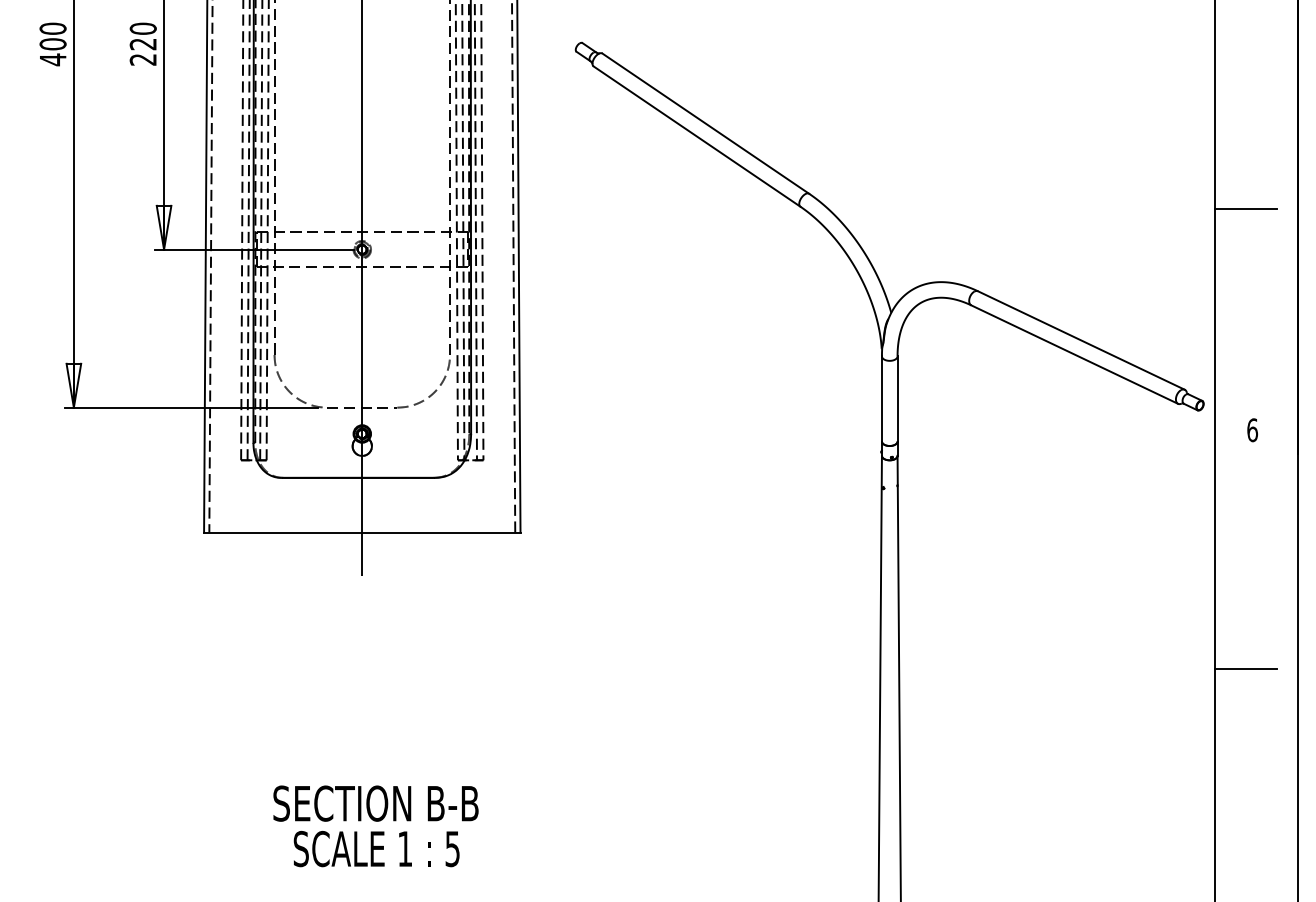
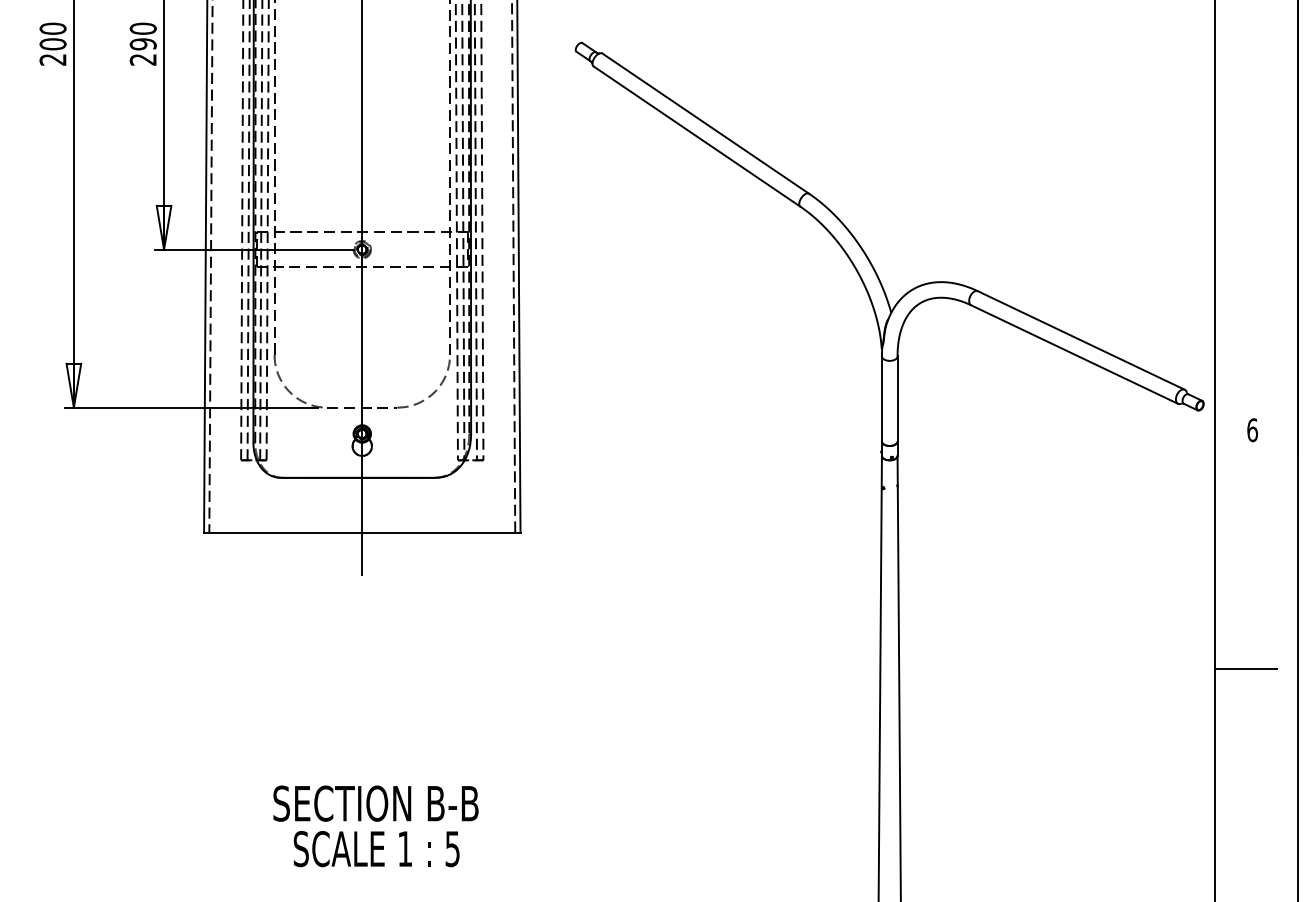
text at (142, 44): 220 -> 290
text at (52, 59): 400 -> 200
line at (1245, 209): present -> none
